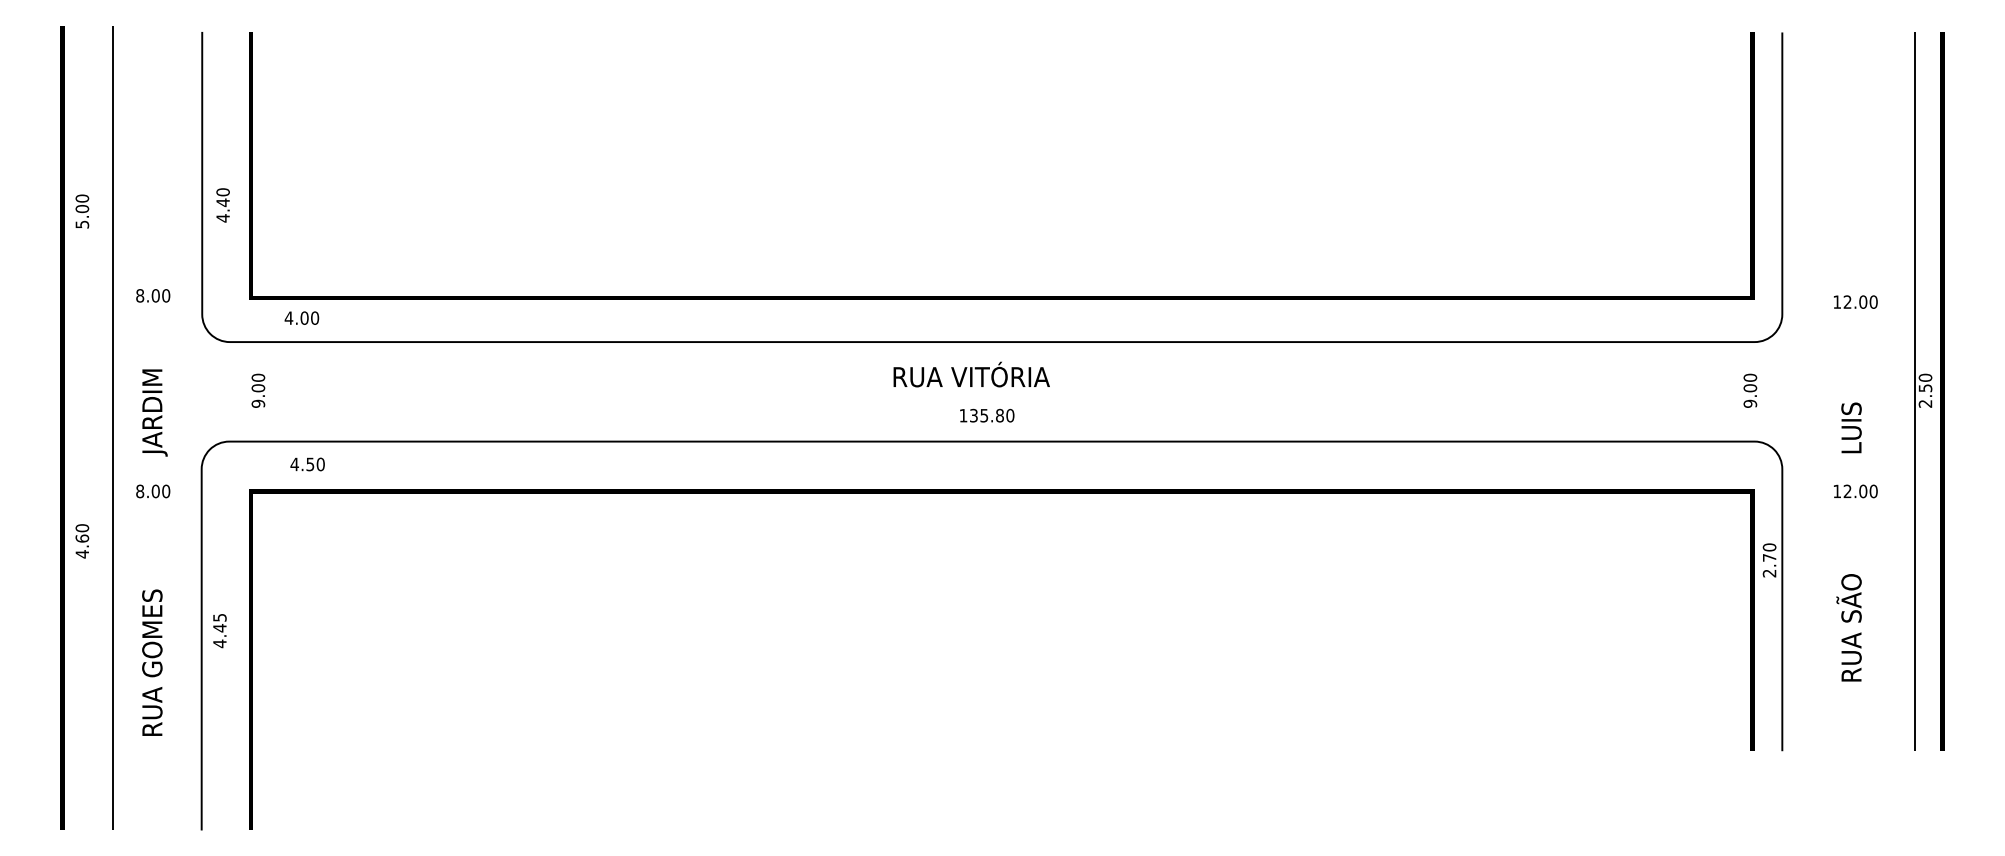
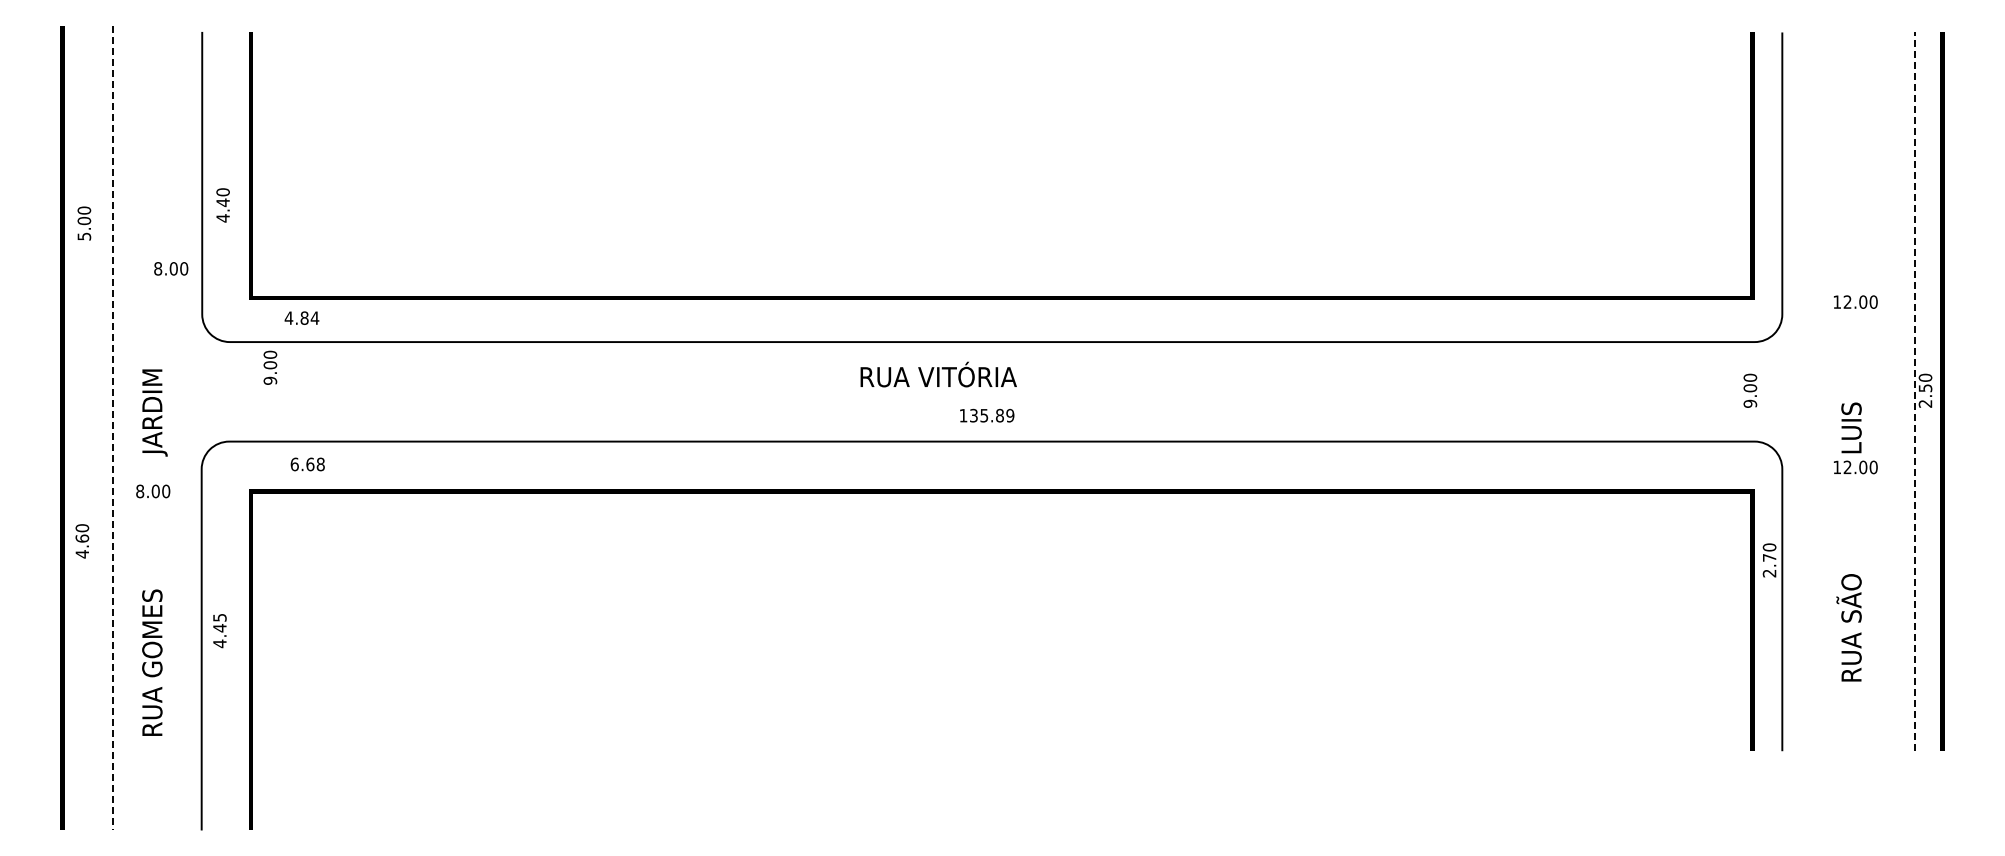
text at (82, 211) position: (82, 211) -> (84, 223)
text at (153, 295) position: (153, 295) -> (171, 268)
text at (309, 317): 4.00 -> 4.84
text at (971, 374) position: (971, 374) -> (938, 374)
text at (258, 390) position: (258, 390) -> (270, 367)
line at (1915, 391): solid -> dashed
text at (1010, 415): 135.80 -> 135.89
line at (113, 428): solid -> dashed
text at (307, 464): 4.50 -> 6.68
text at (1855, 491) position: (1855, 491) -> (1855, 467)
